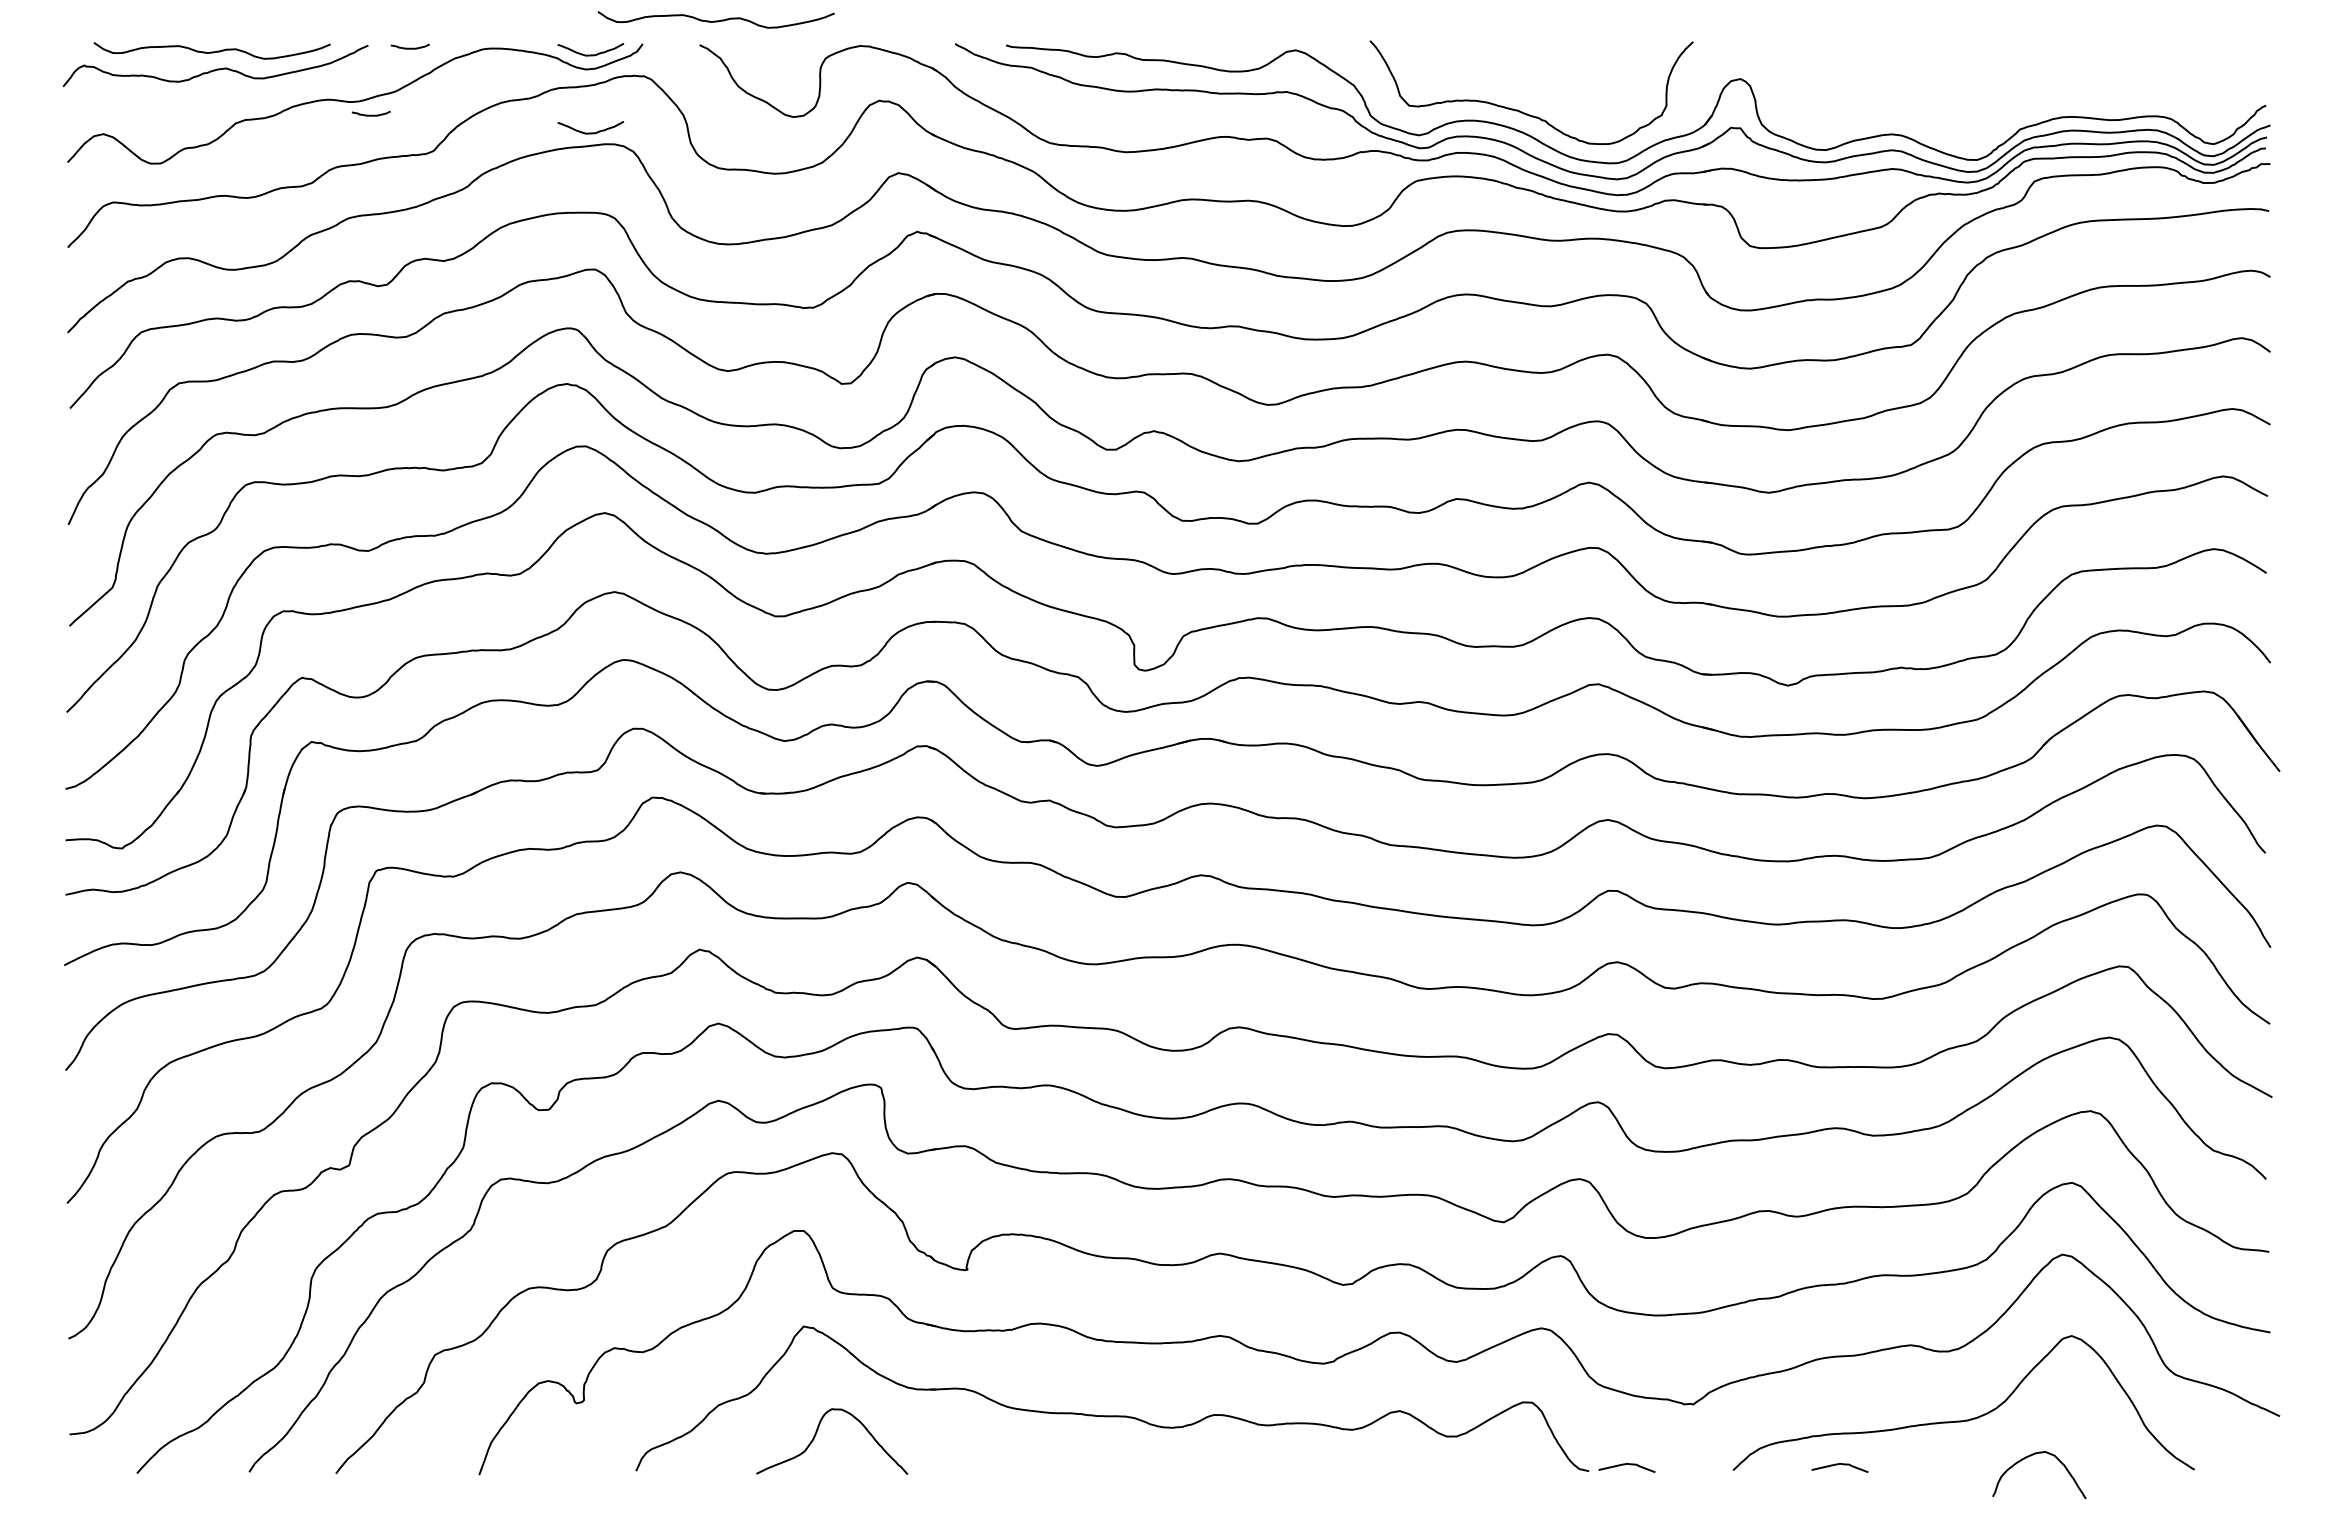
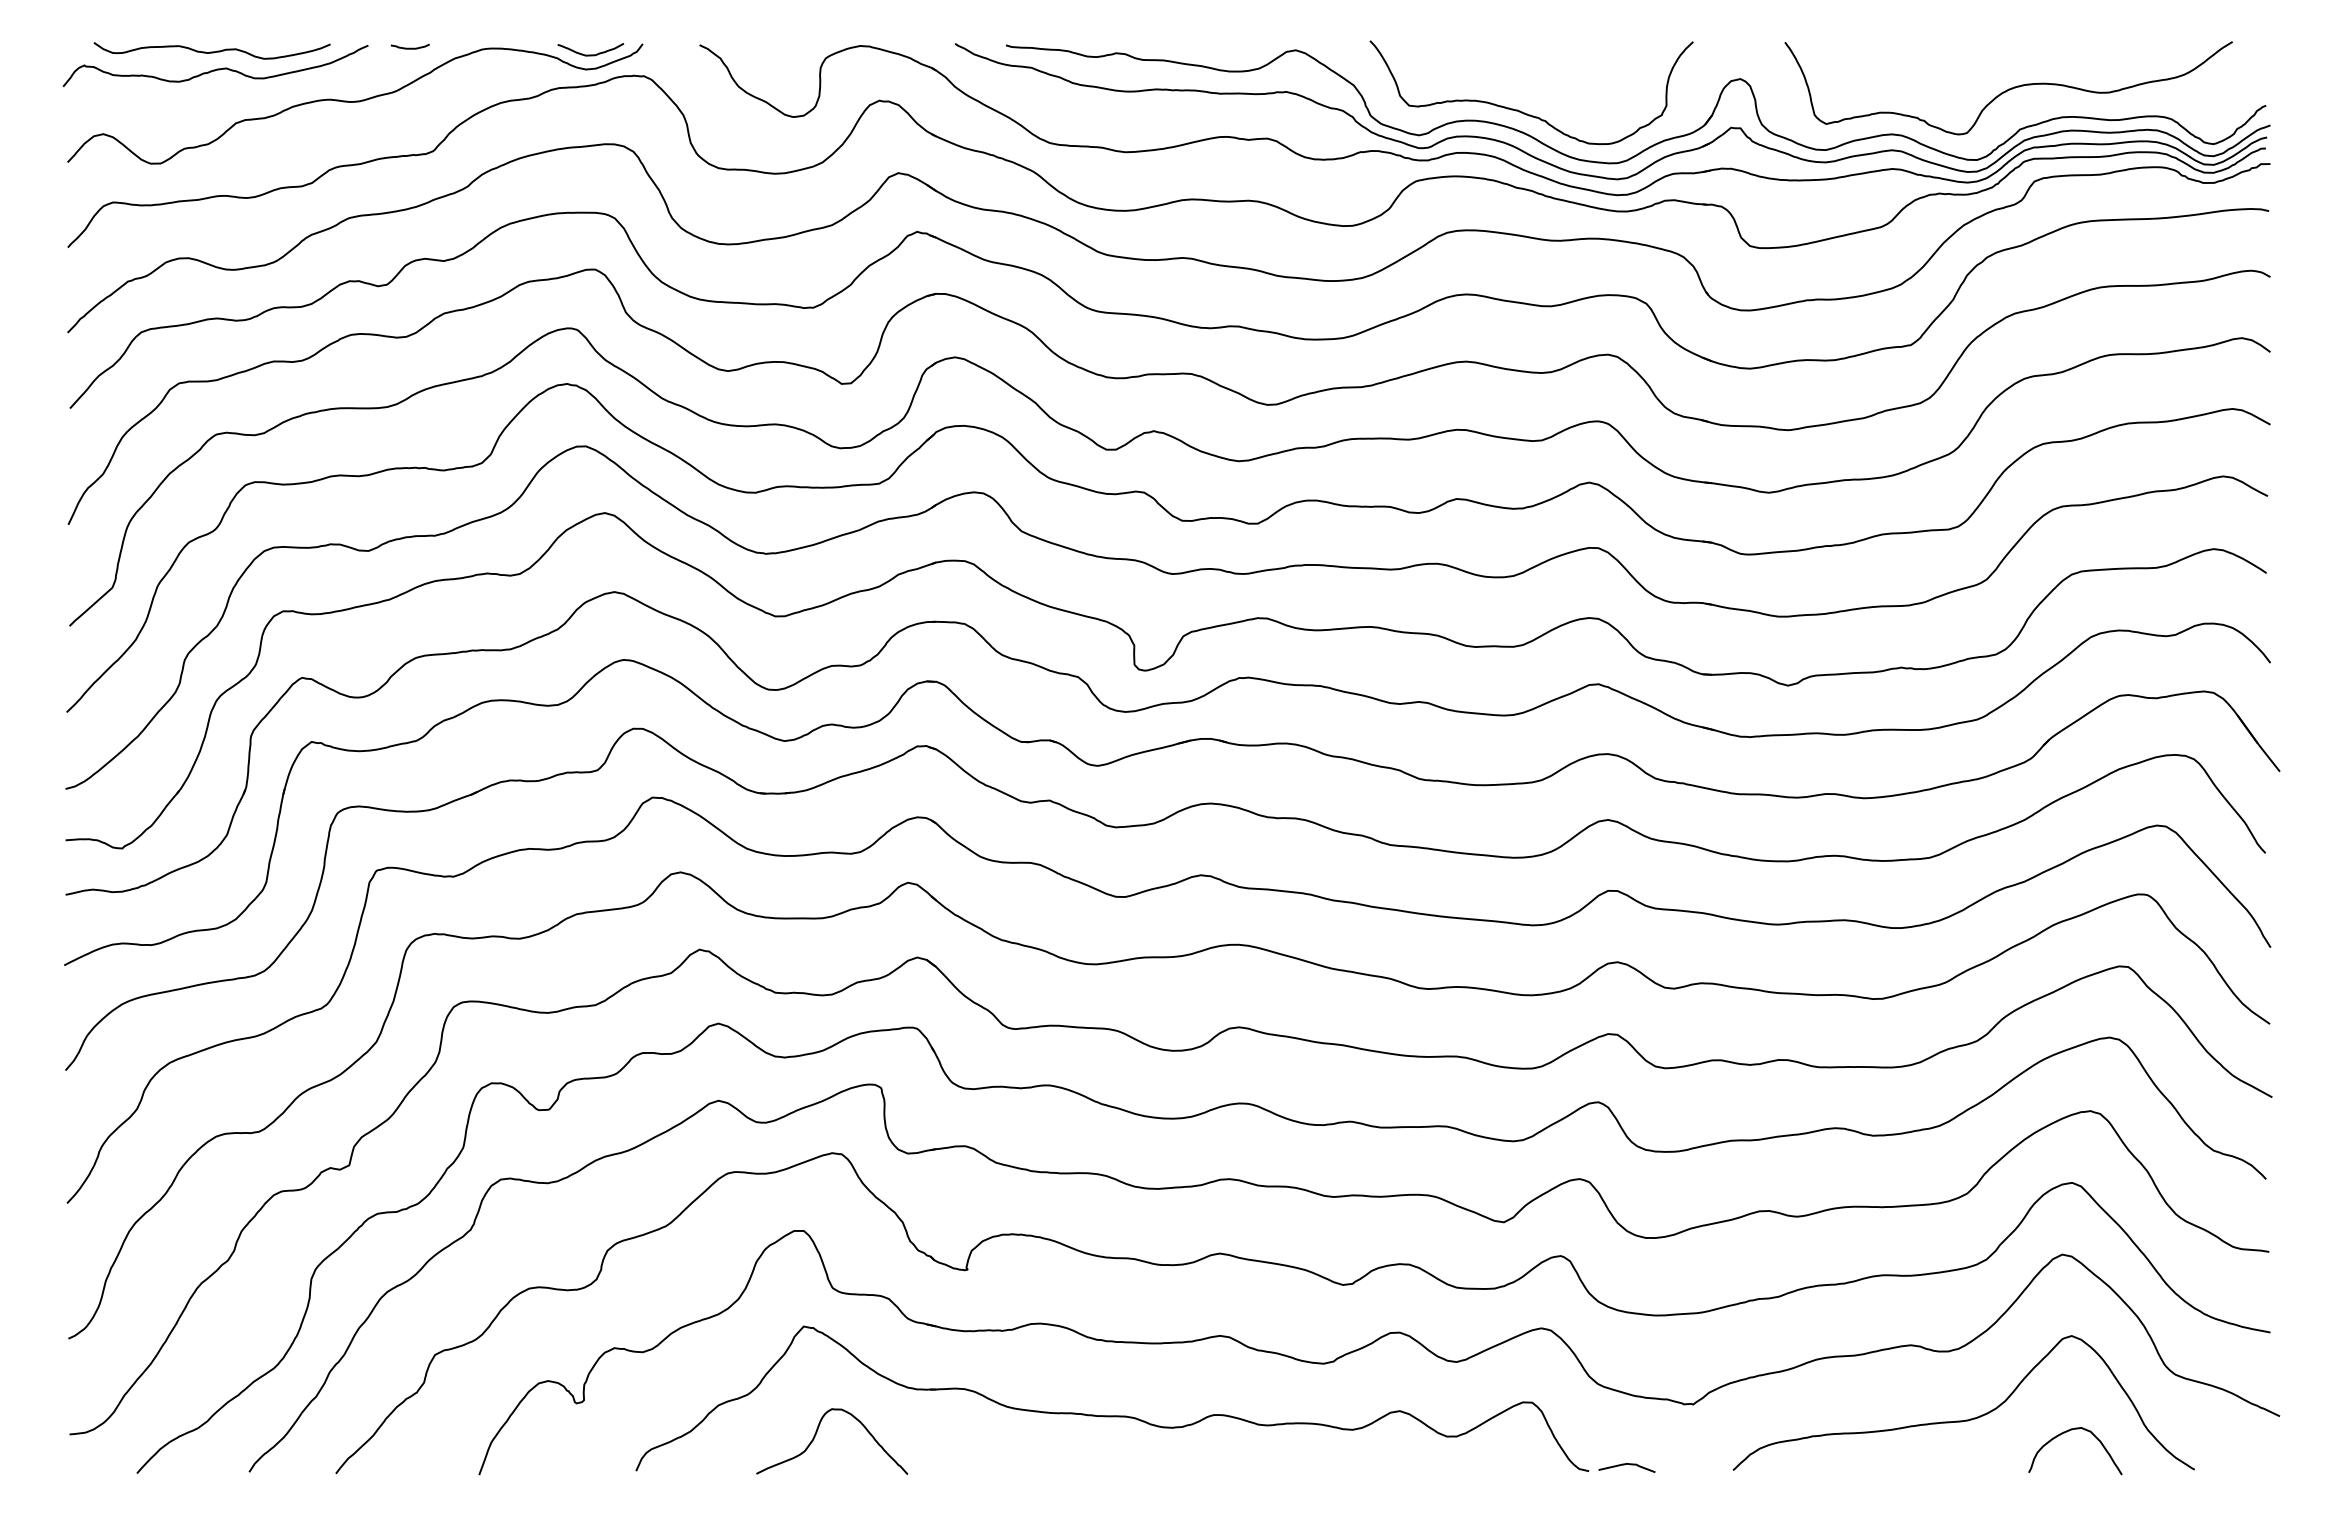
curve at (715, 20): present -> none
curve at (2008, 88): none -> present
curve at (370, 114): present -> none
curve at (590, 132): present -> none
curve at (2031, 1456) position: (2031, 1456) -> (2067, 1432)
curve at (1837, 1465): present -> none
